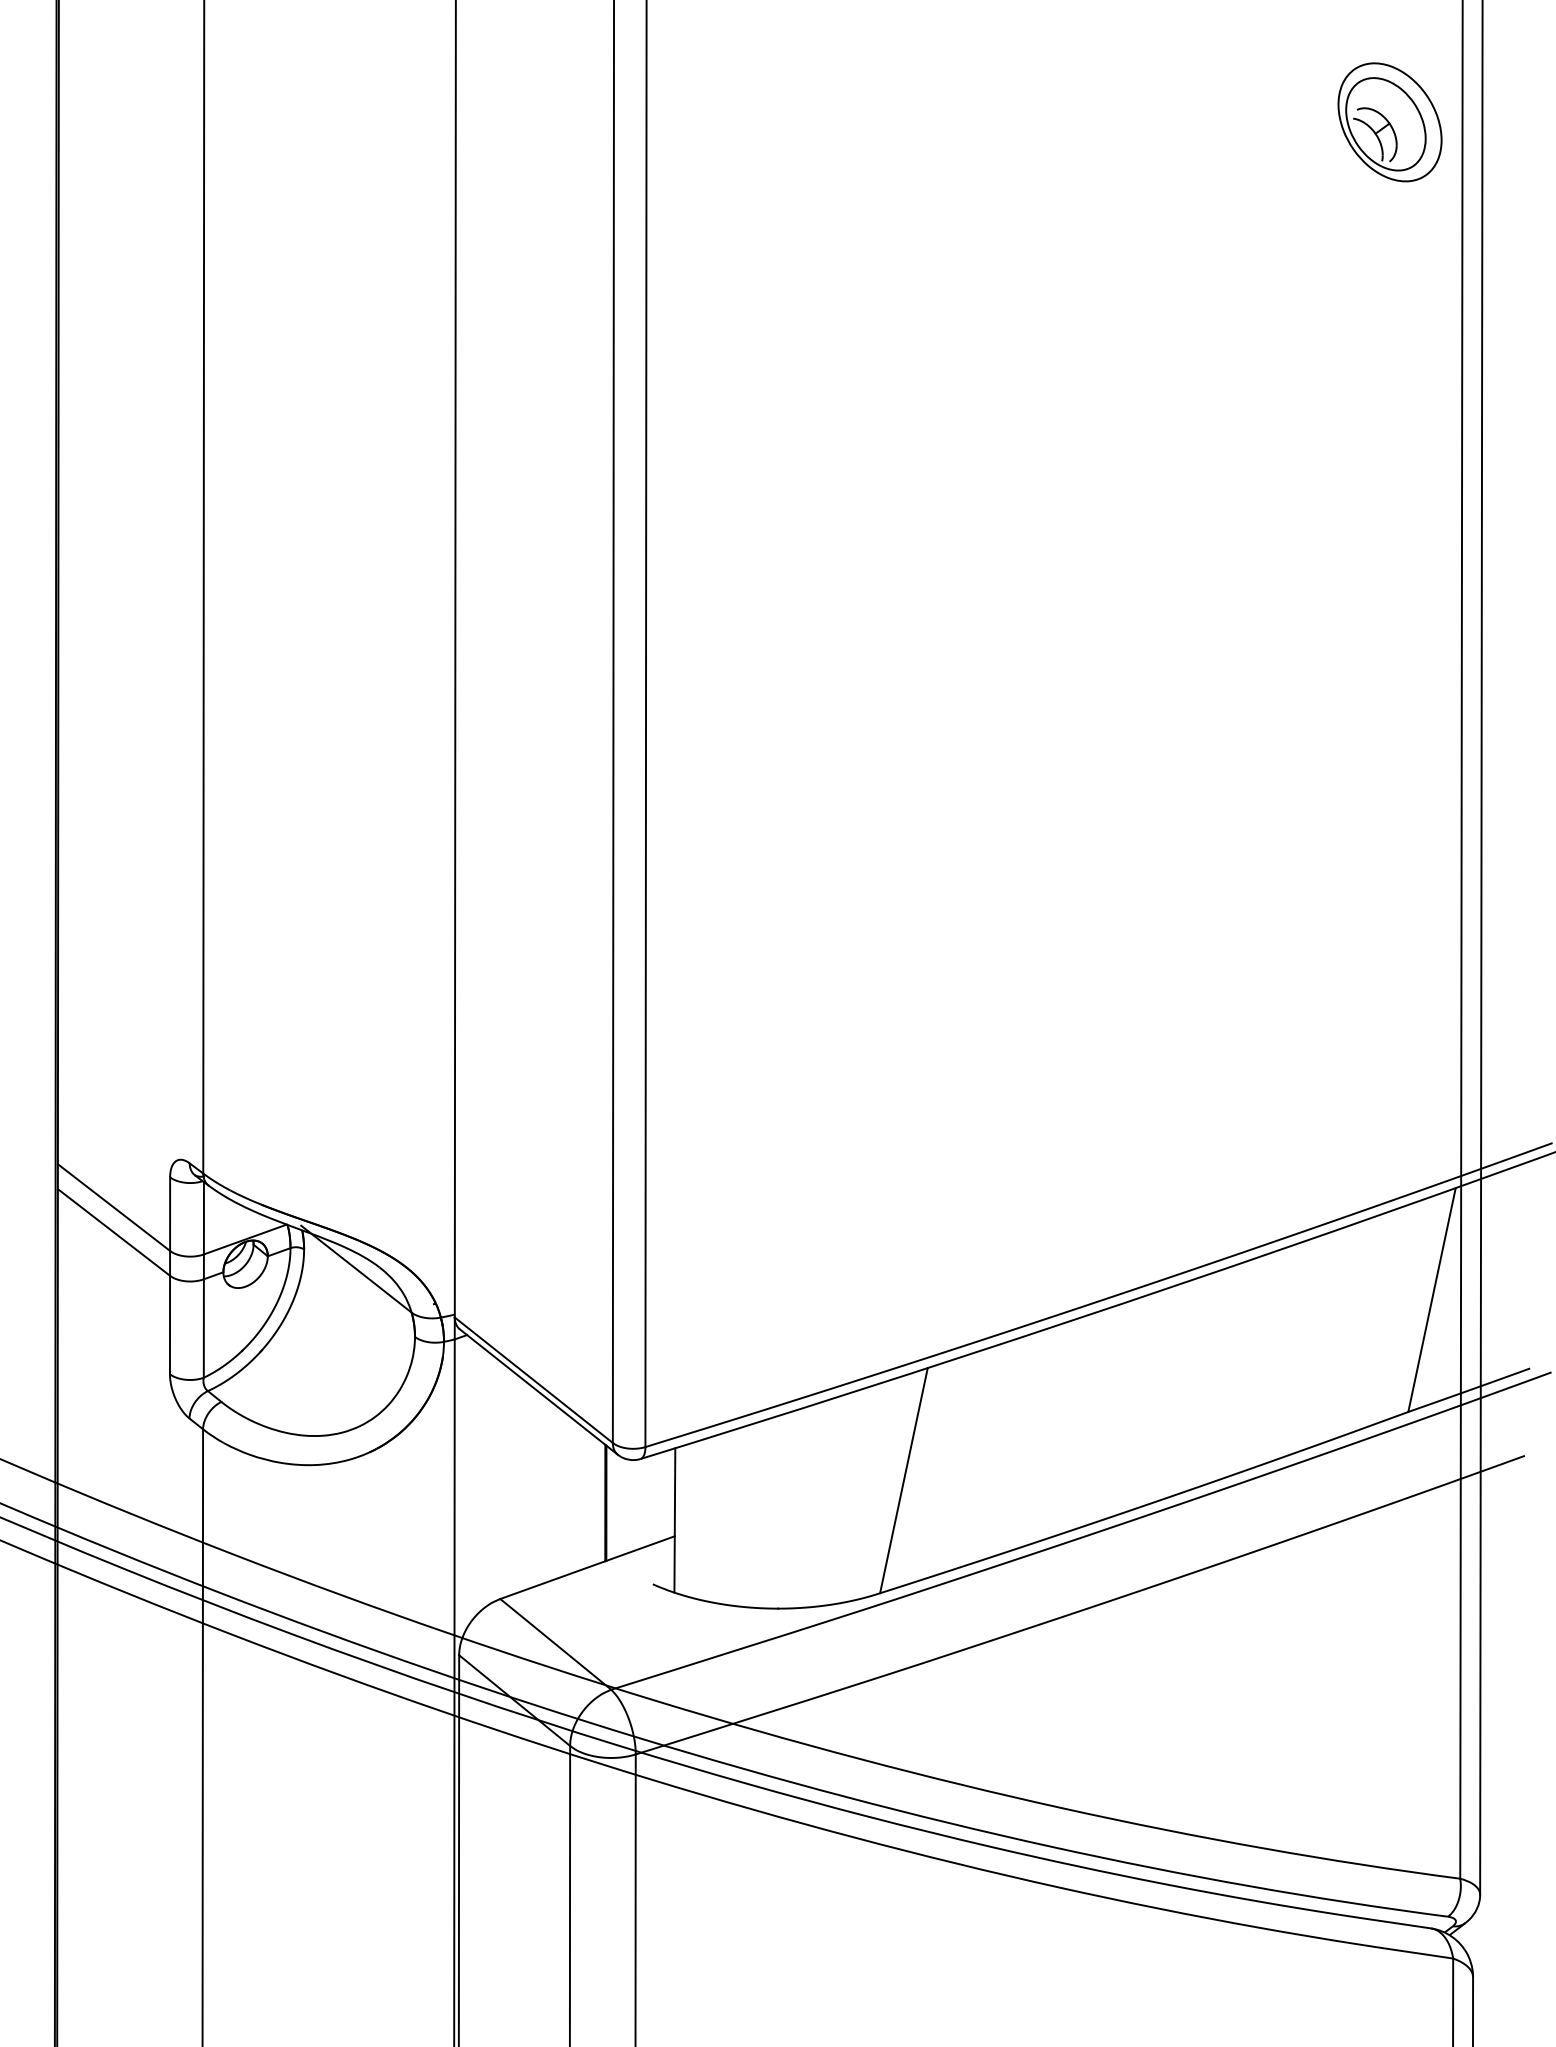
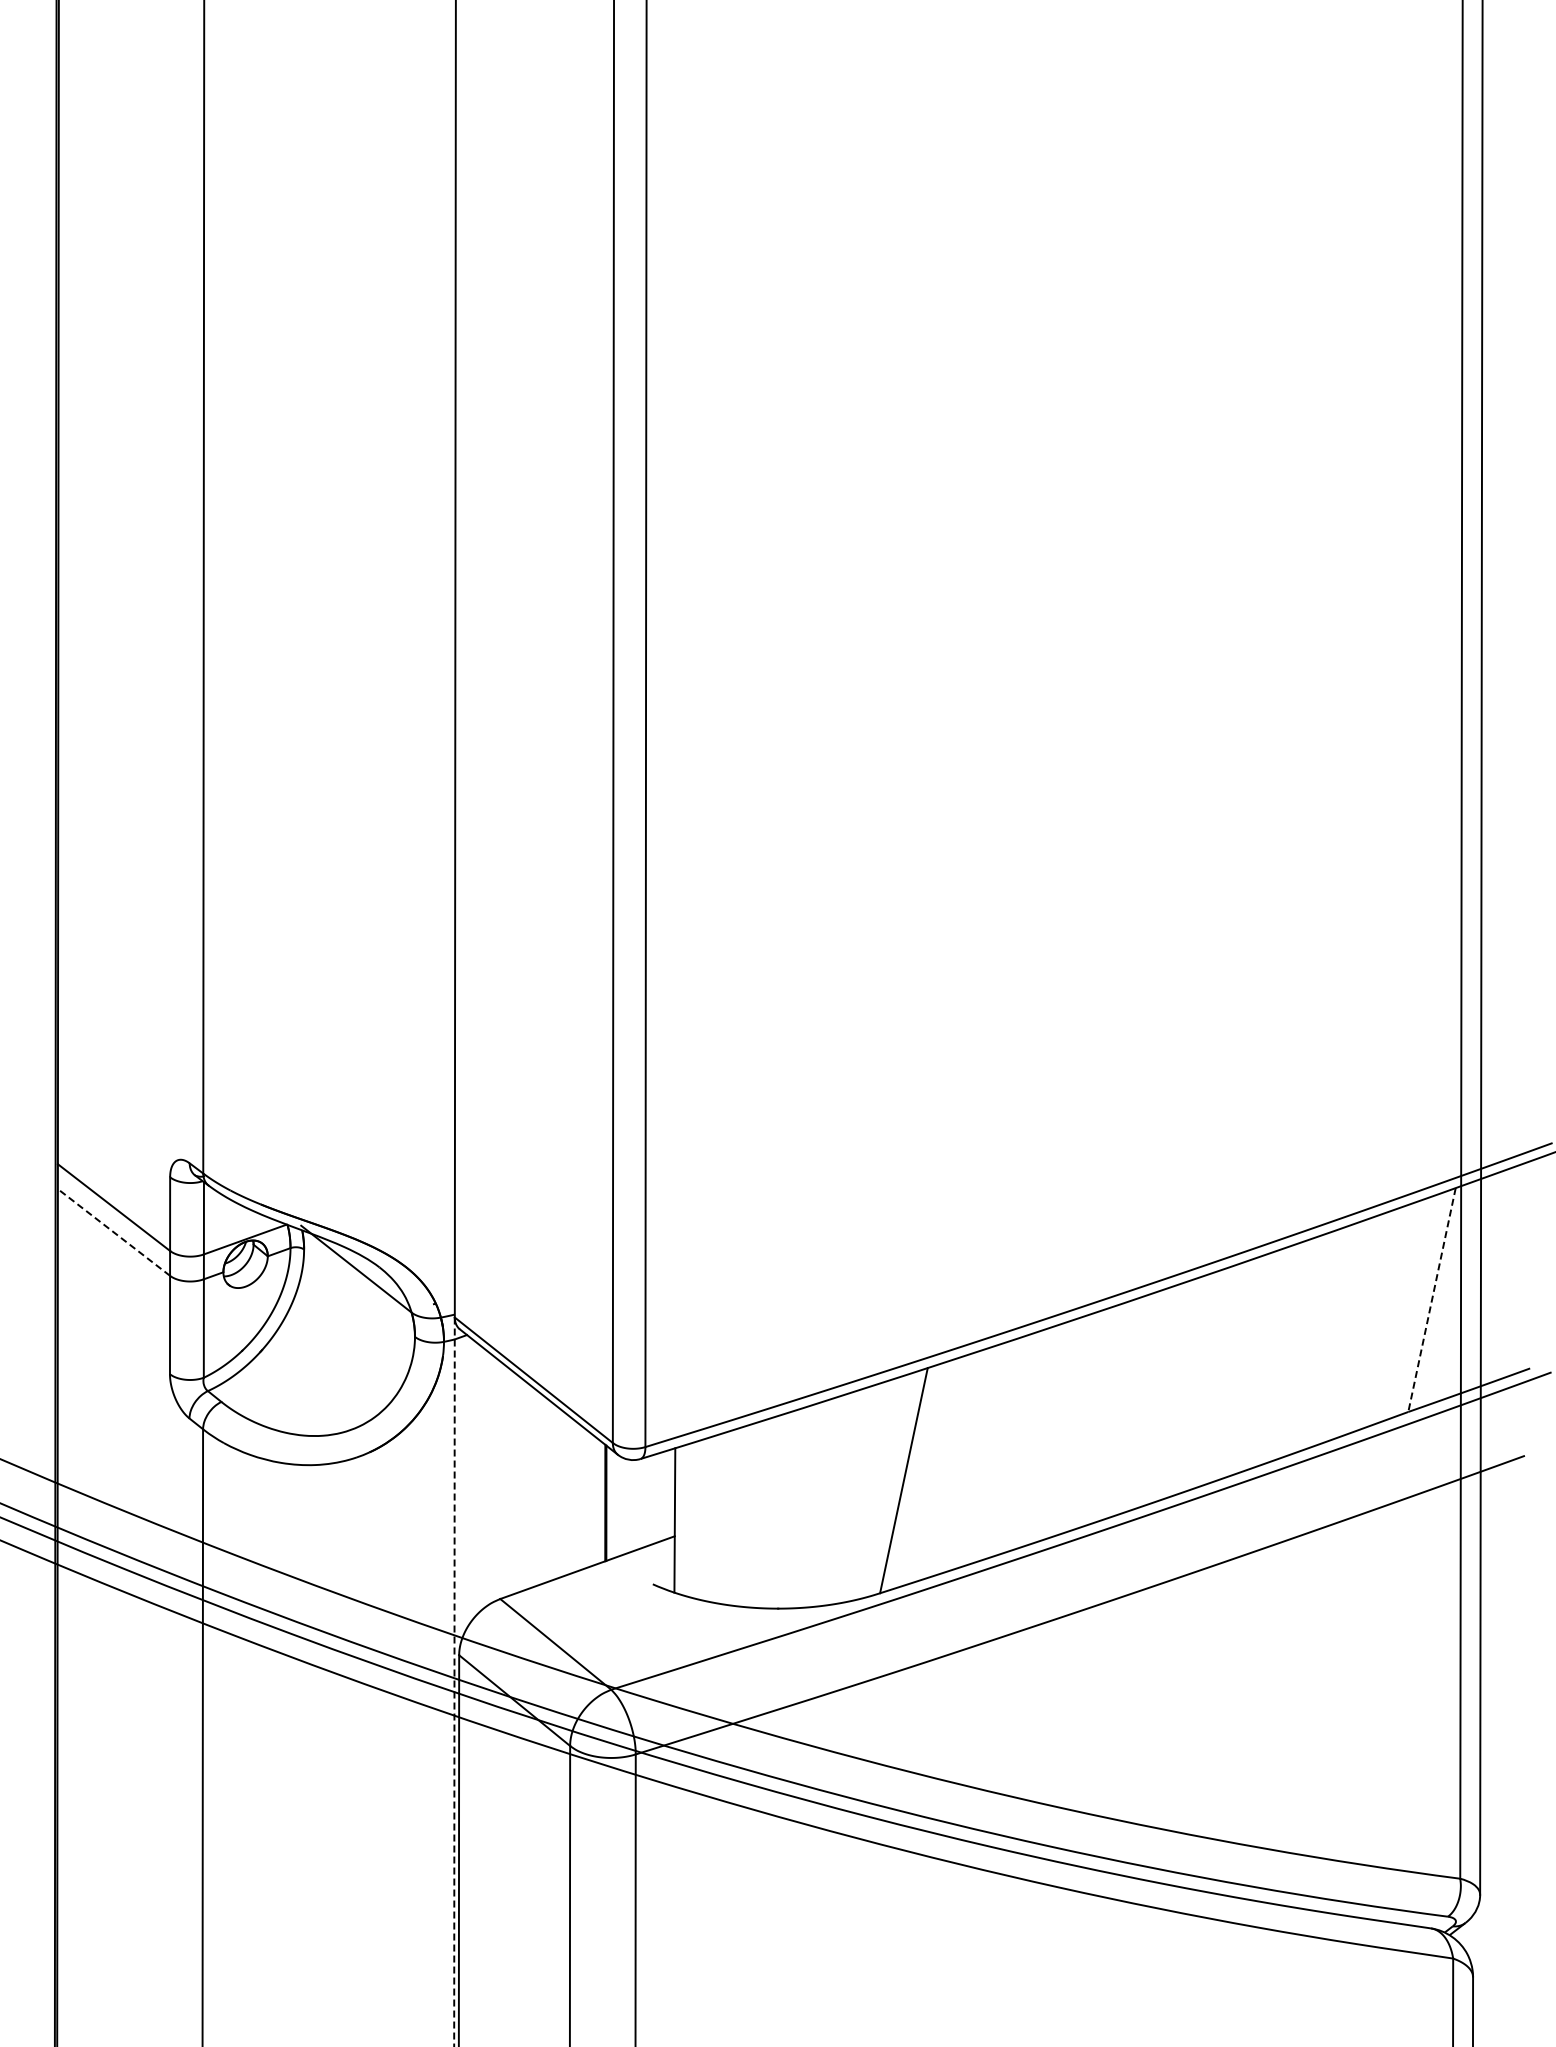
part at (1389, 122): present -> none
line at (113, 1232): solid -> dashed
line at (1431, 1300): solid -> dashed
line at (454, 1682): solid -> dashed
